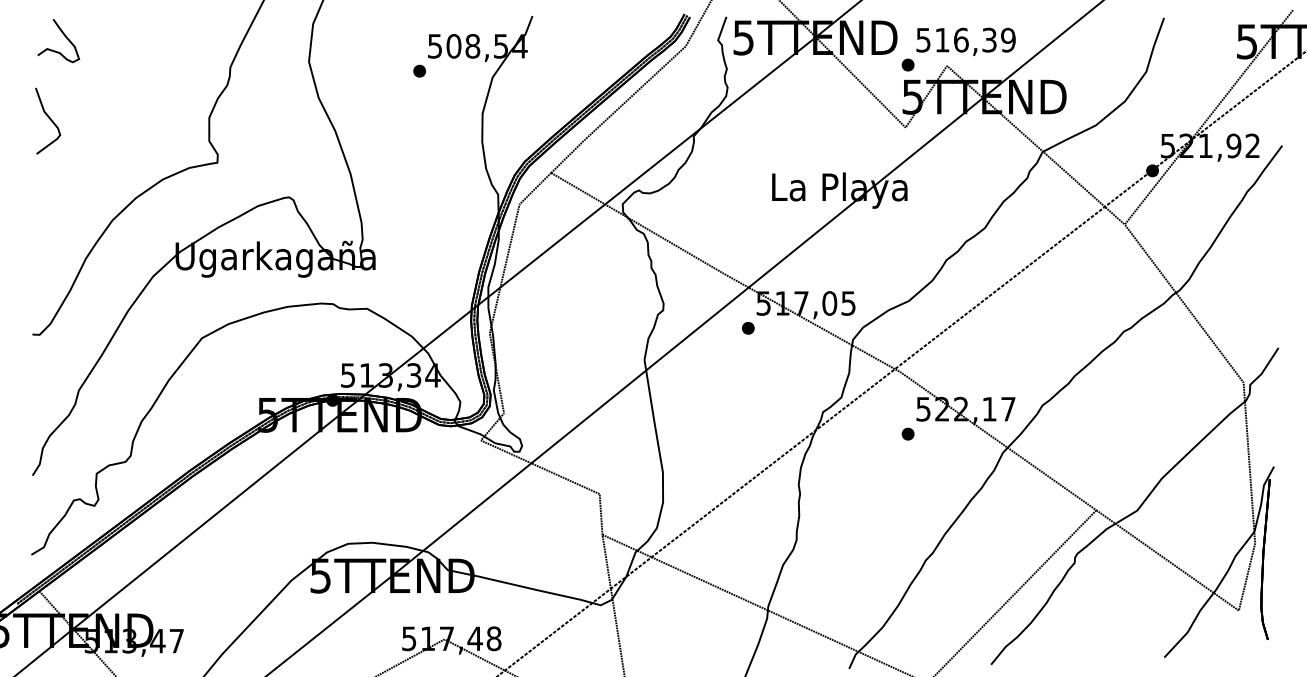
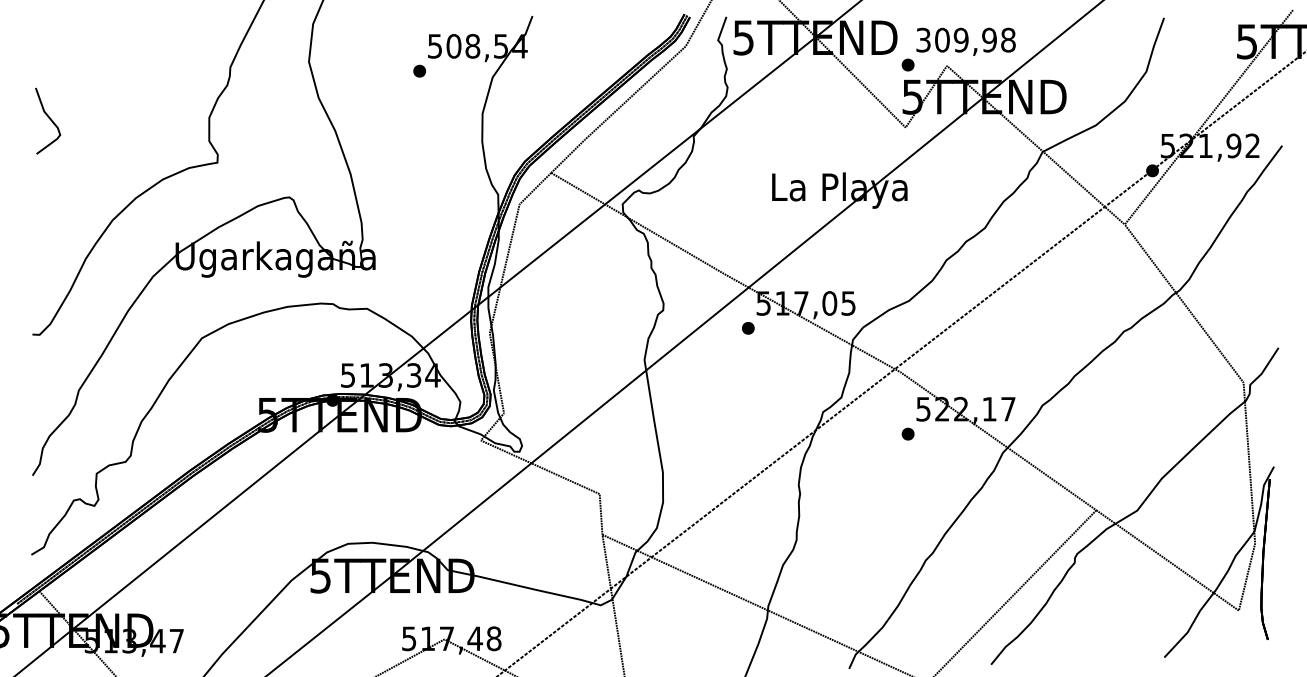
curve at (63, 35): present -> none
text at (966, 39): 516,39 -> 309,98
